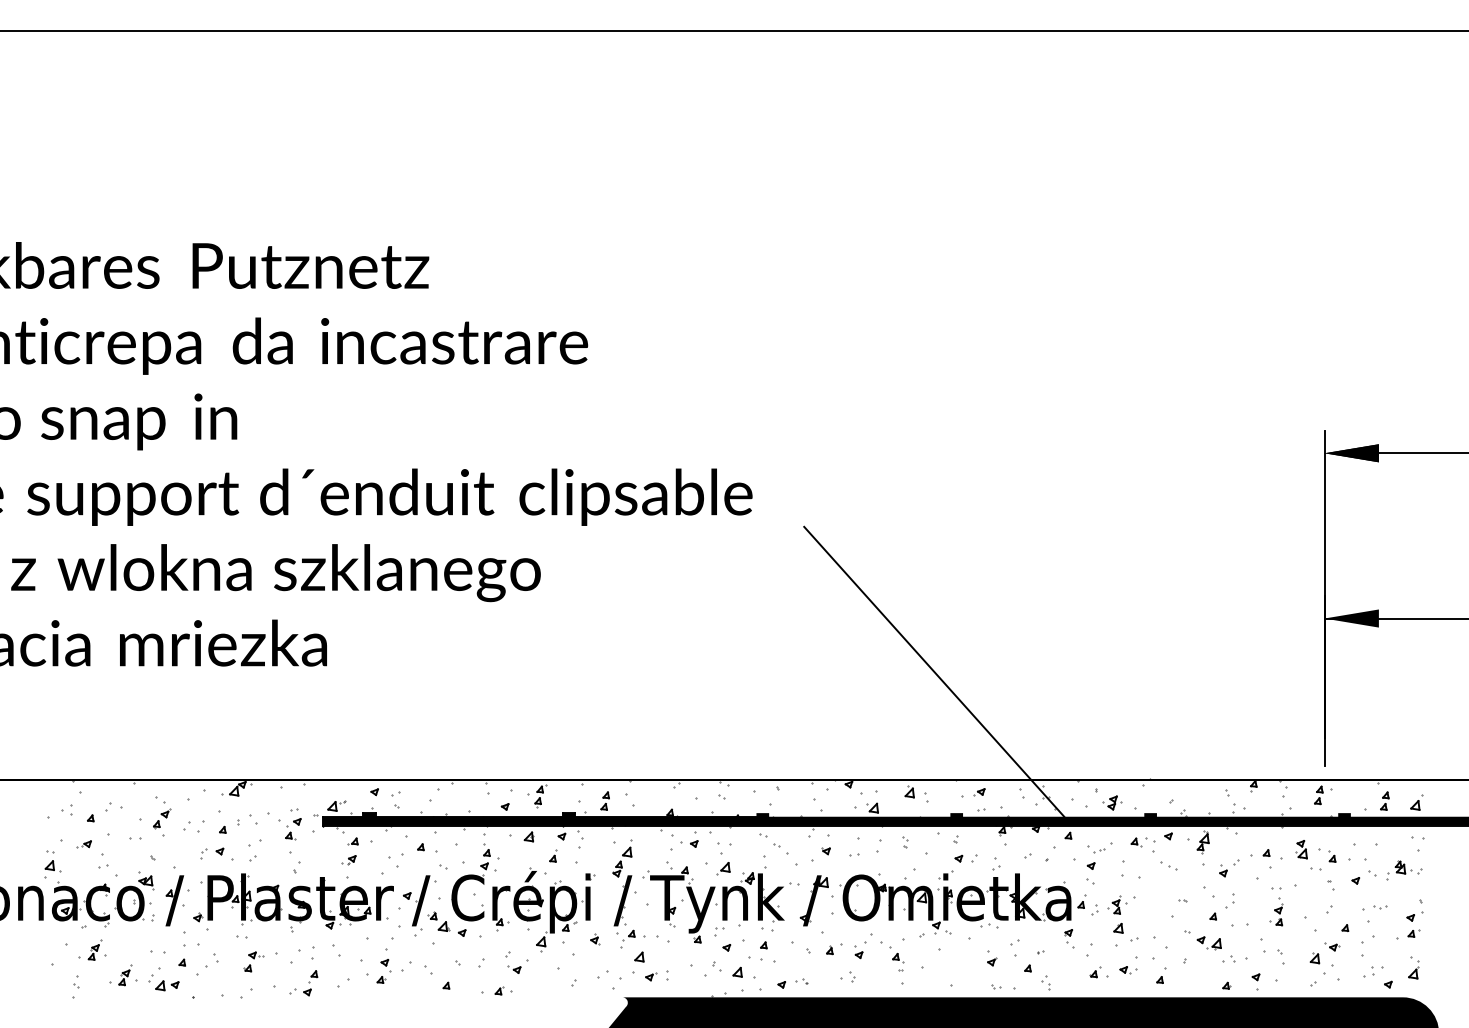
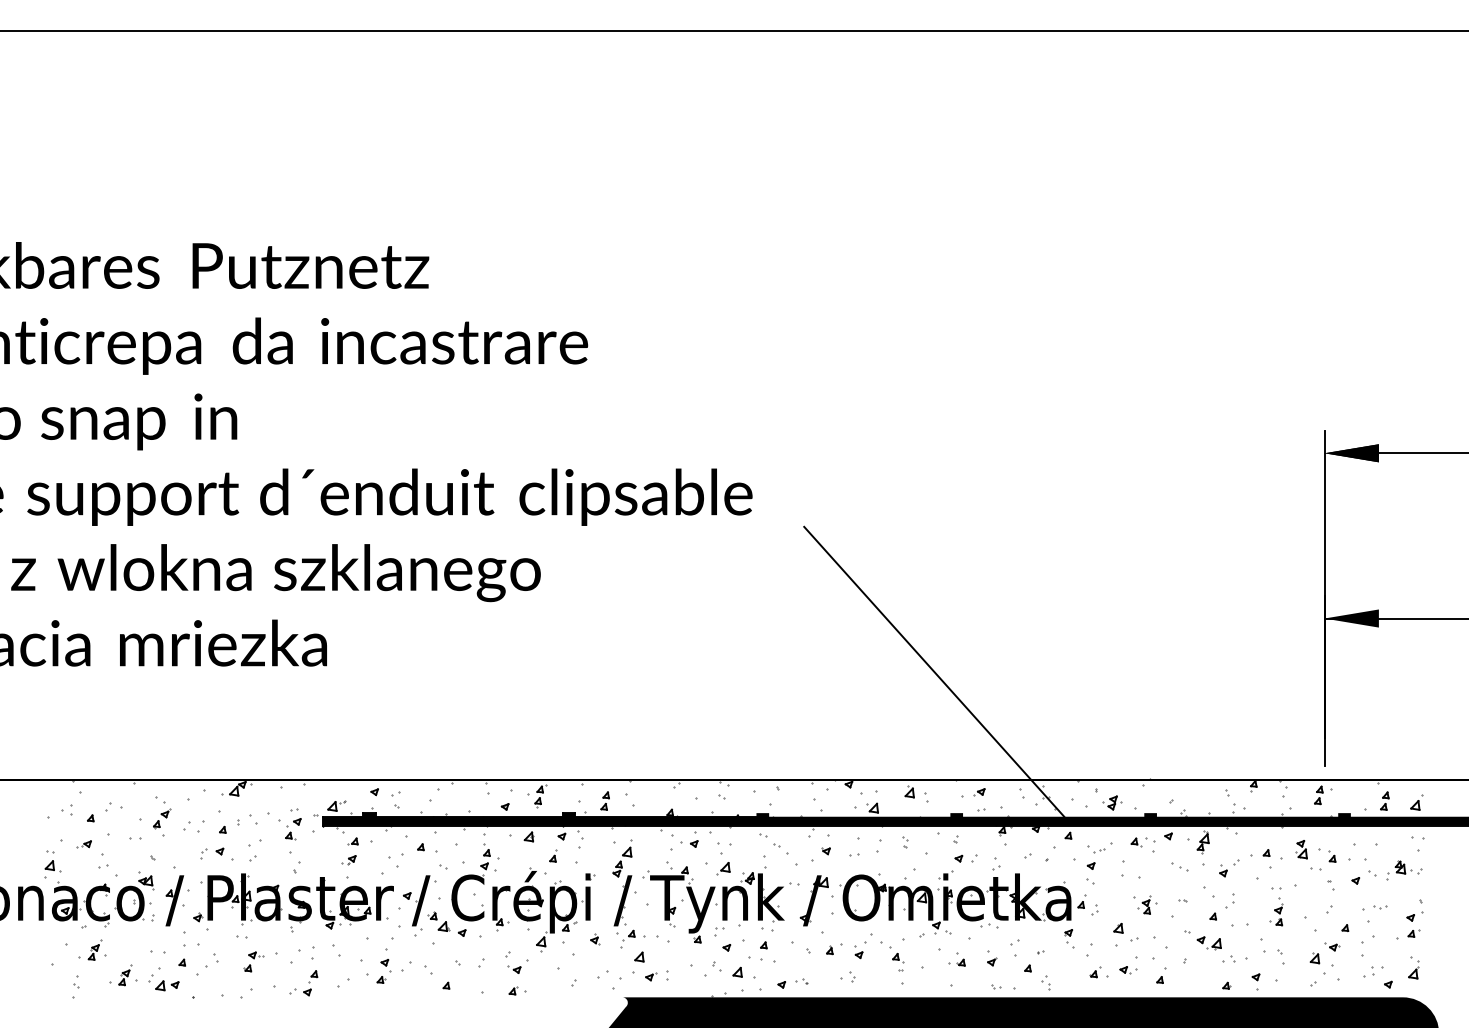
part at (1168, 865) position: (1168, 865) -> (1179, 866)
part at (1117, 904) position: (1117, 904) -> (1147, 904)
part at (956, 959): none -> present
part at (503, 990) position: (503, 990) -> (517, 990)
